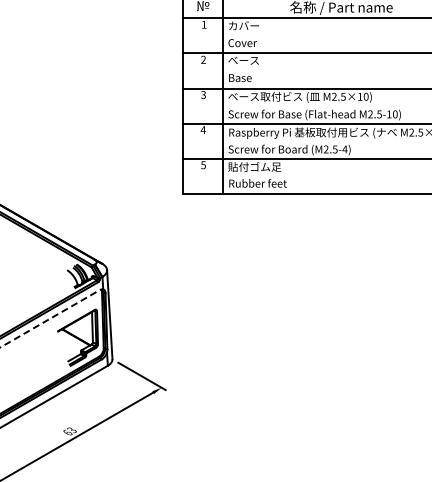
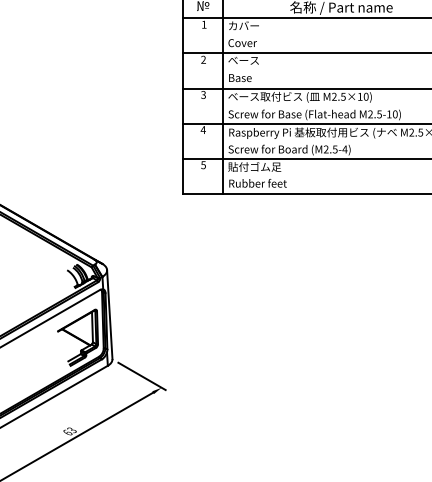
line at (49, 318): dashed -> solid
